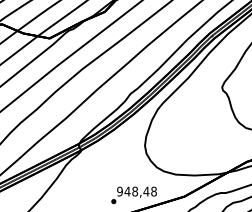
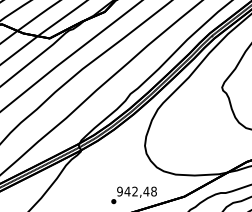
text at (134, 191): 948,48 -> 942,48
